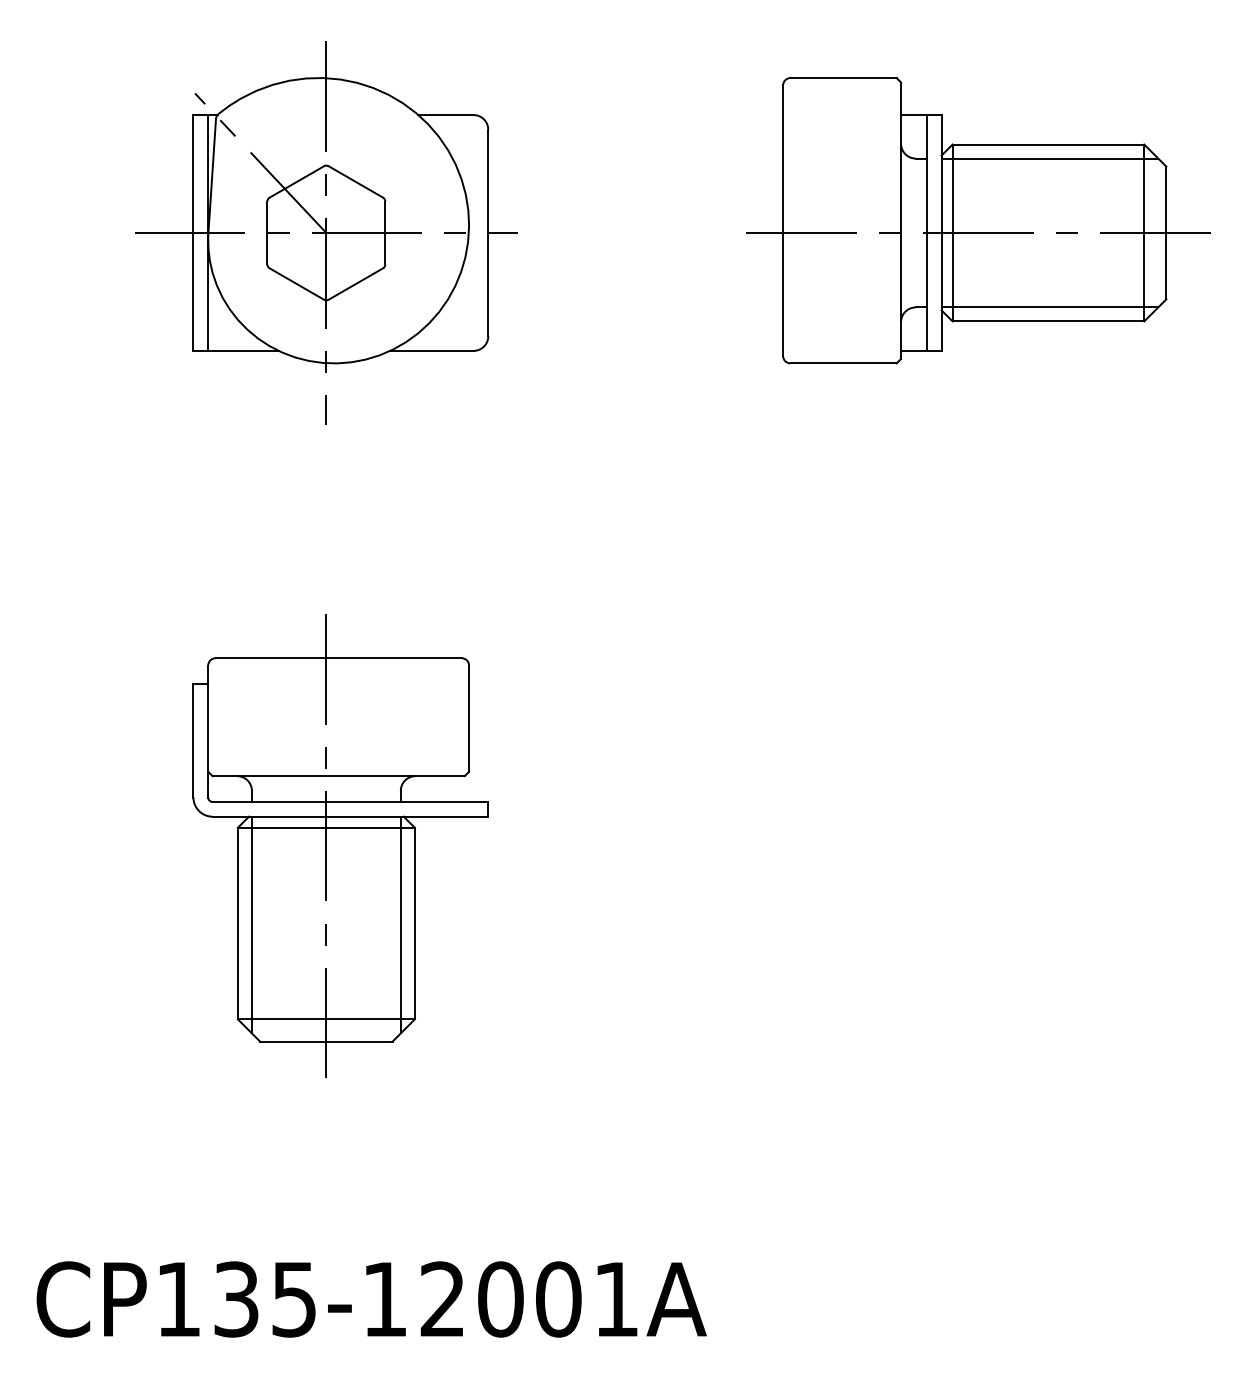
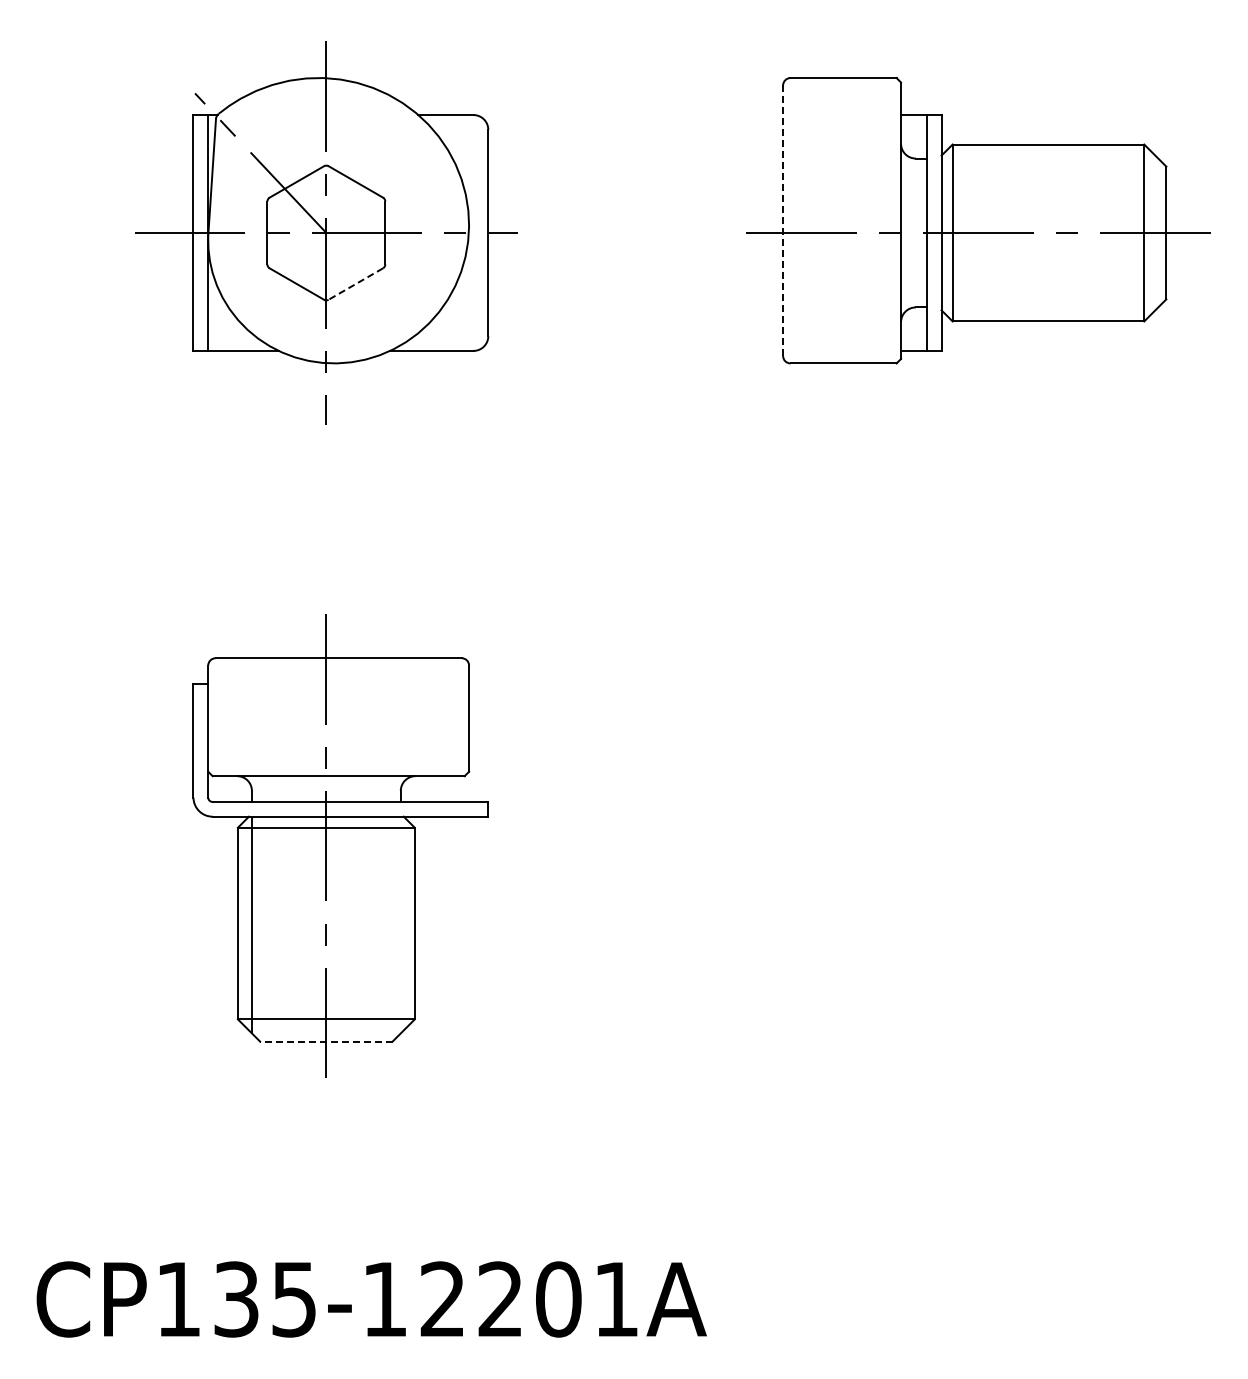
line at (1049, 158): present -> none
line at (783, 221): solid -> dashed
line at (355, 284): solid -> dashed
line at (1049, 307): present -> none
line at (400, 924): present -> none
line at (325, 1041): solid -> dashed
text at (500, 1299): CP135-12001A -> CP135-12201A
